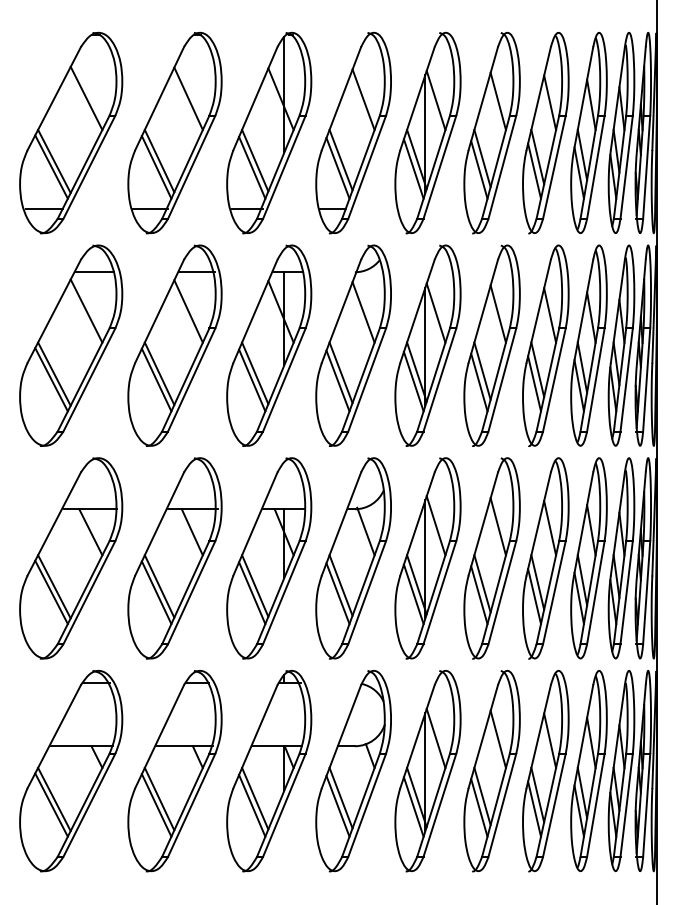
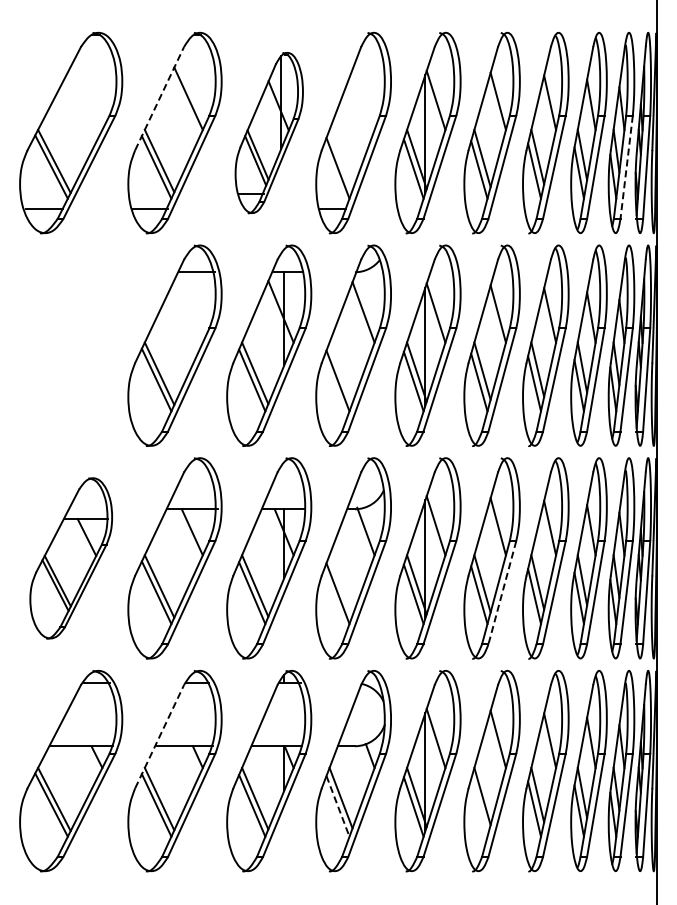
line at (86, 97): present -> none
line at (159, 98): solid -> dashed
line at (363, 99): present -> none
part at (269, 132) size: 87x204 px -> 70x163 px
line at (340, 159): present -> none
line at (626, 167): solid -> dashed
line at (188, 311): present -> none
part at (71, 345): present -> none
line at (340, 372): present -> none
part at (71, 558) size: 105x203 px -> 84x163 px
line at (340, 585): present -> none
line at (502, 593): solid -> dashed
line at (159, 736): solid -> dashed
line at (338, 806): solid -> dashed
line at (479, 807): present -> none
